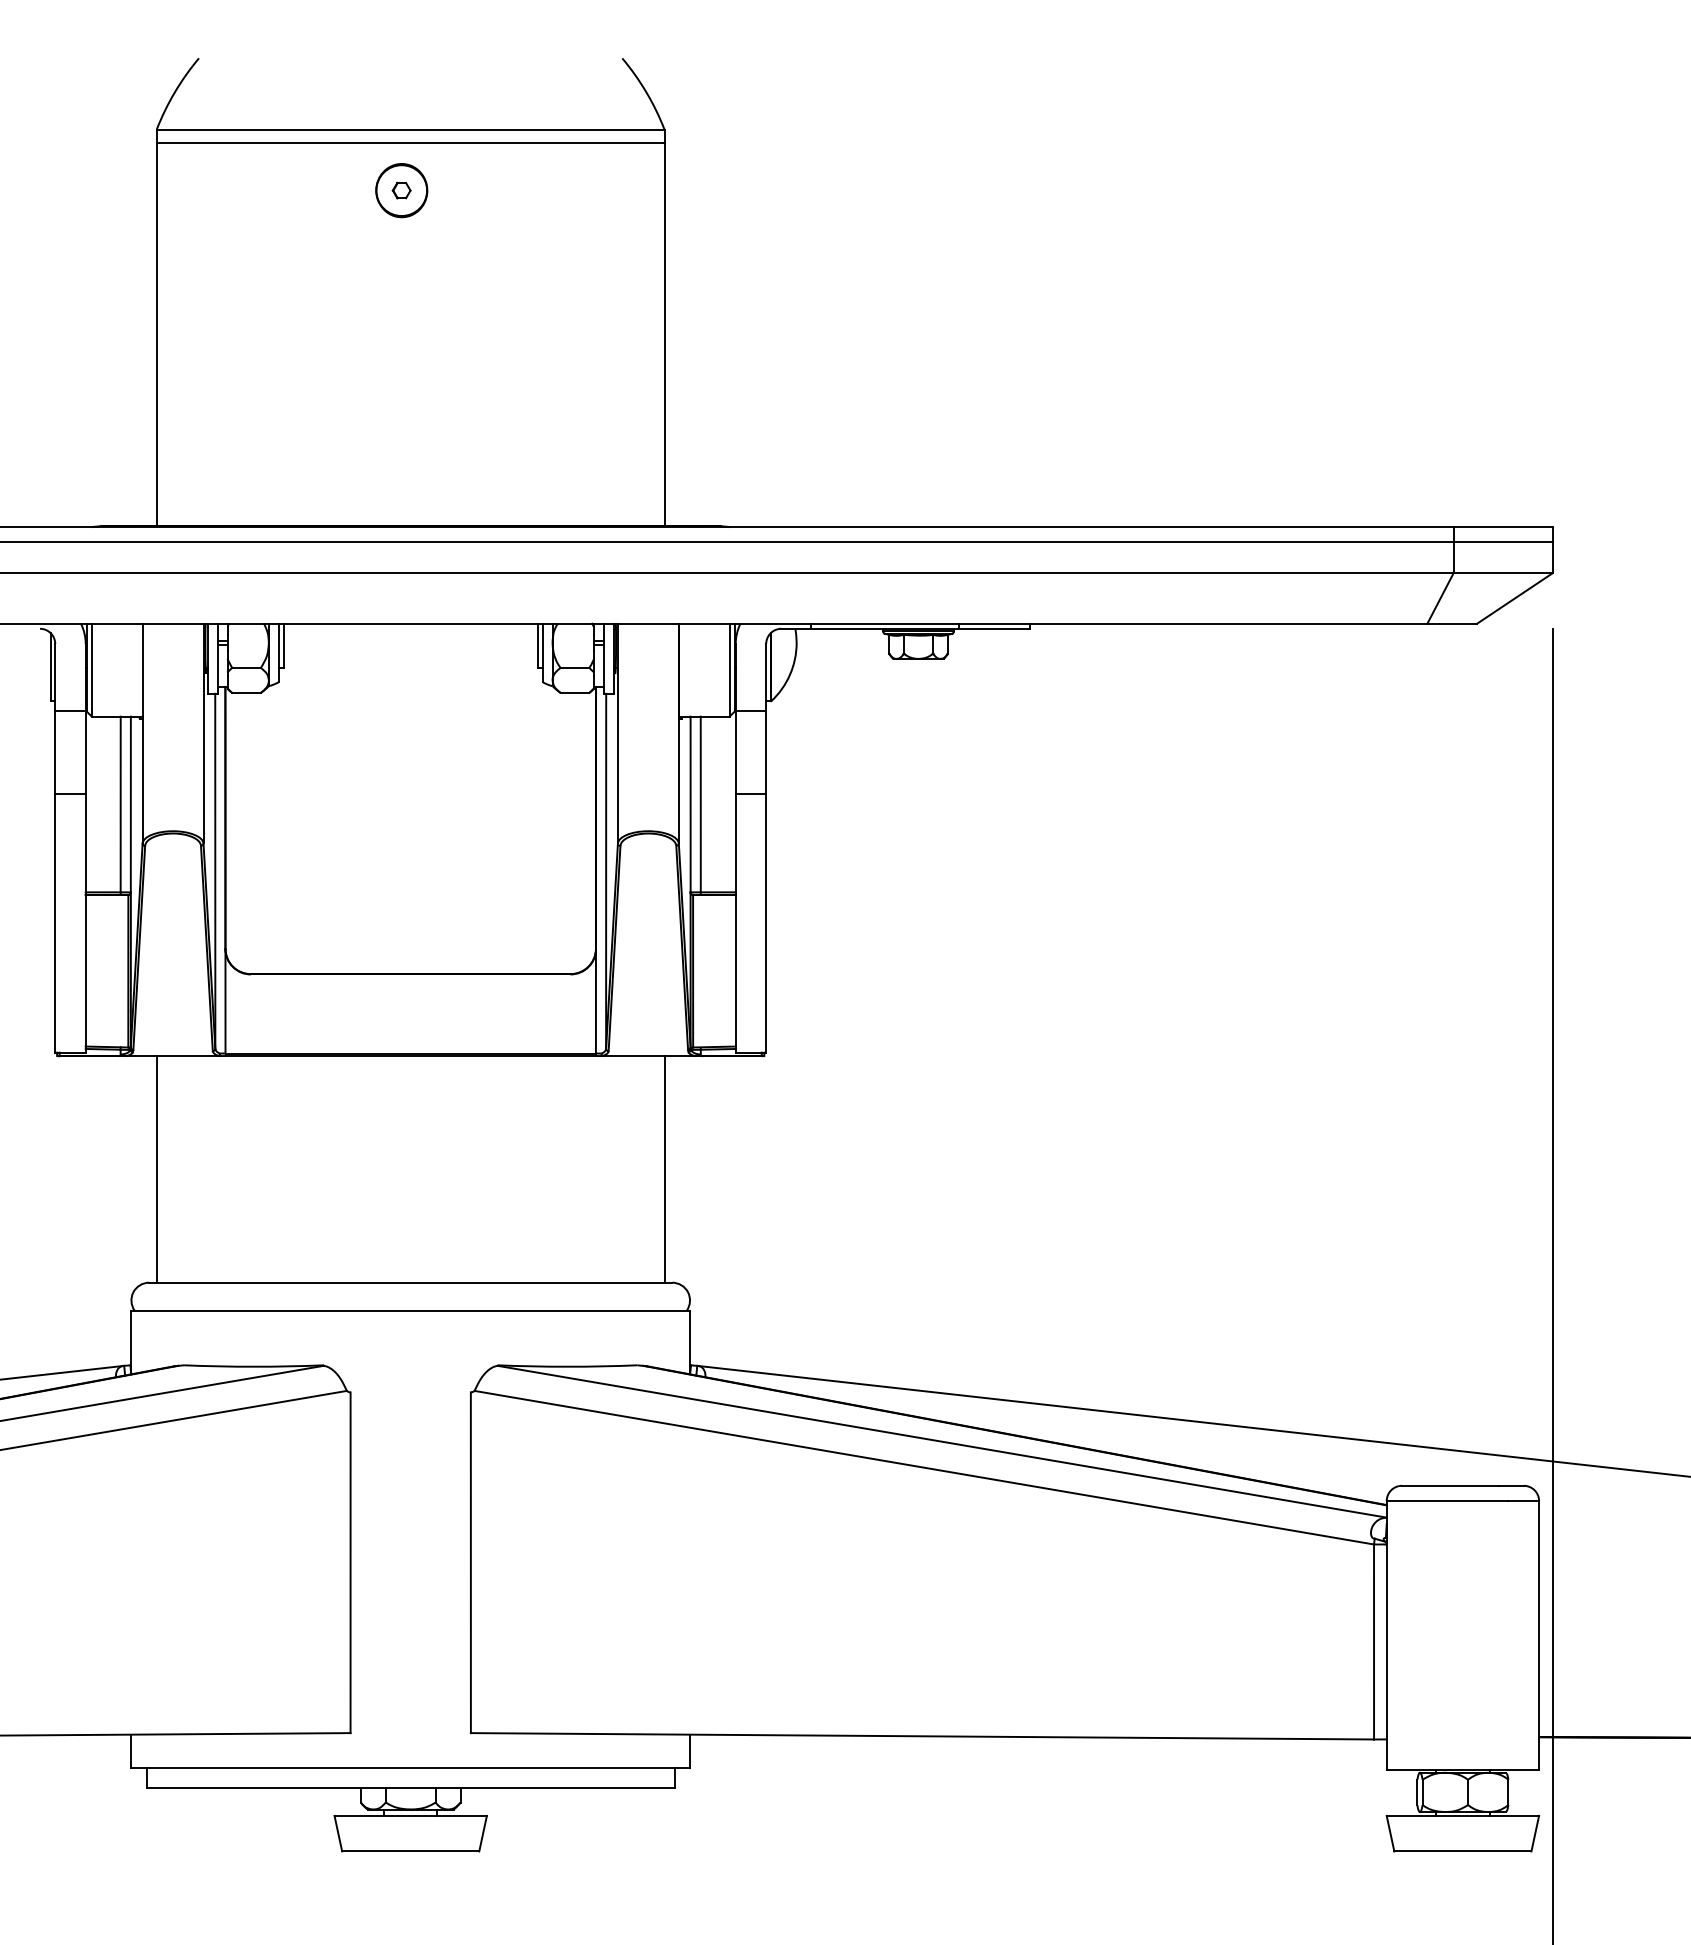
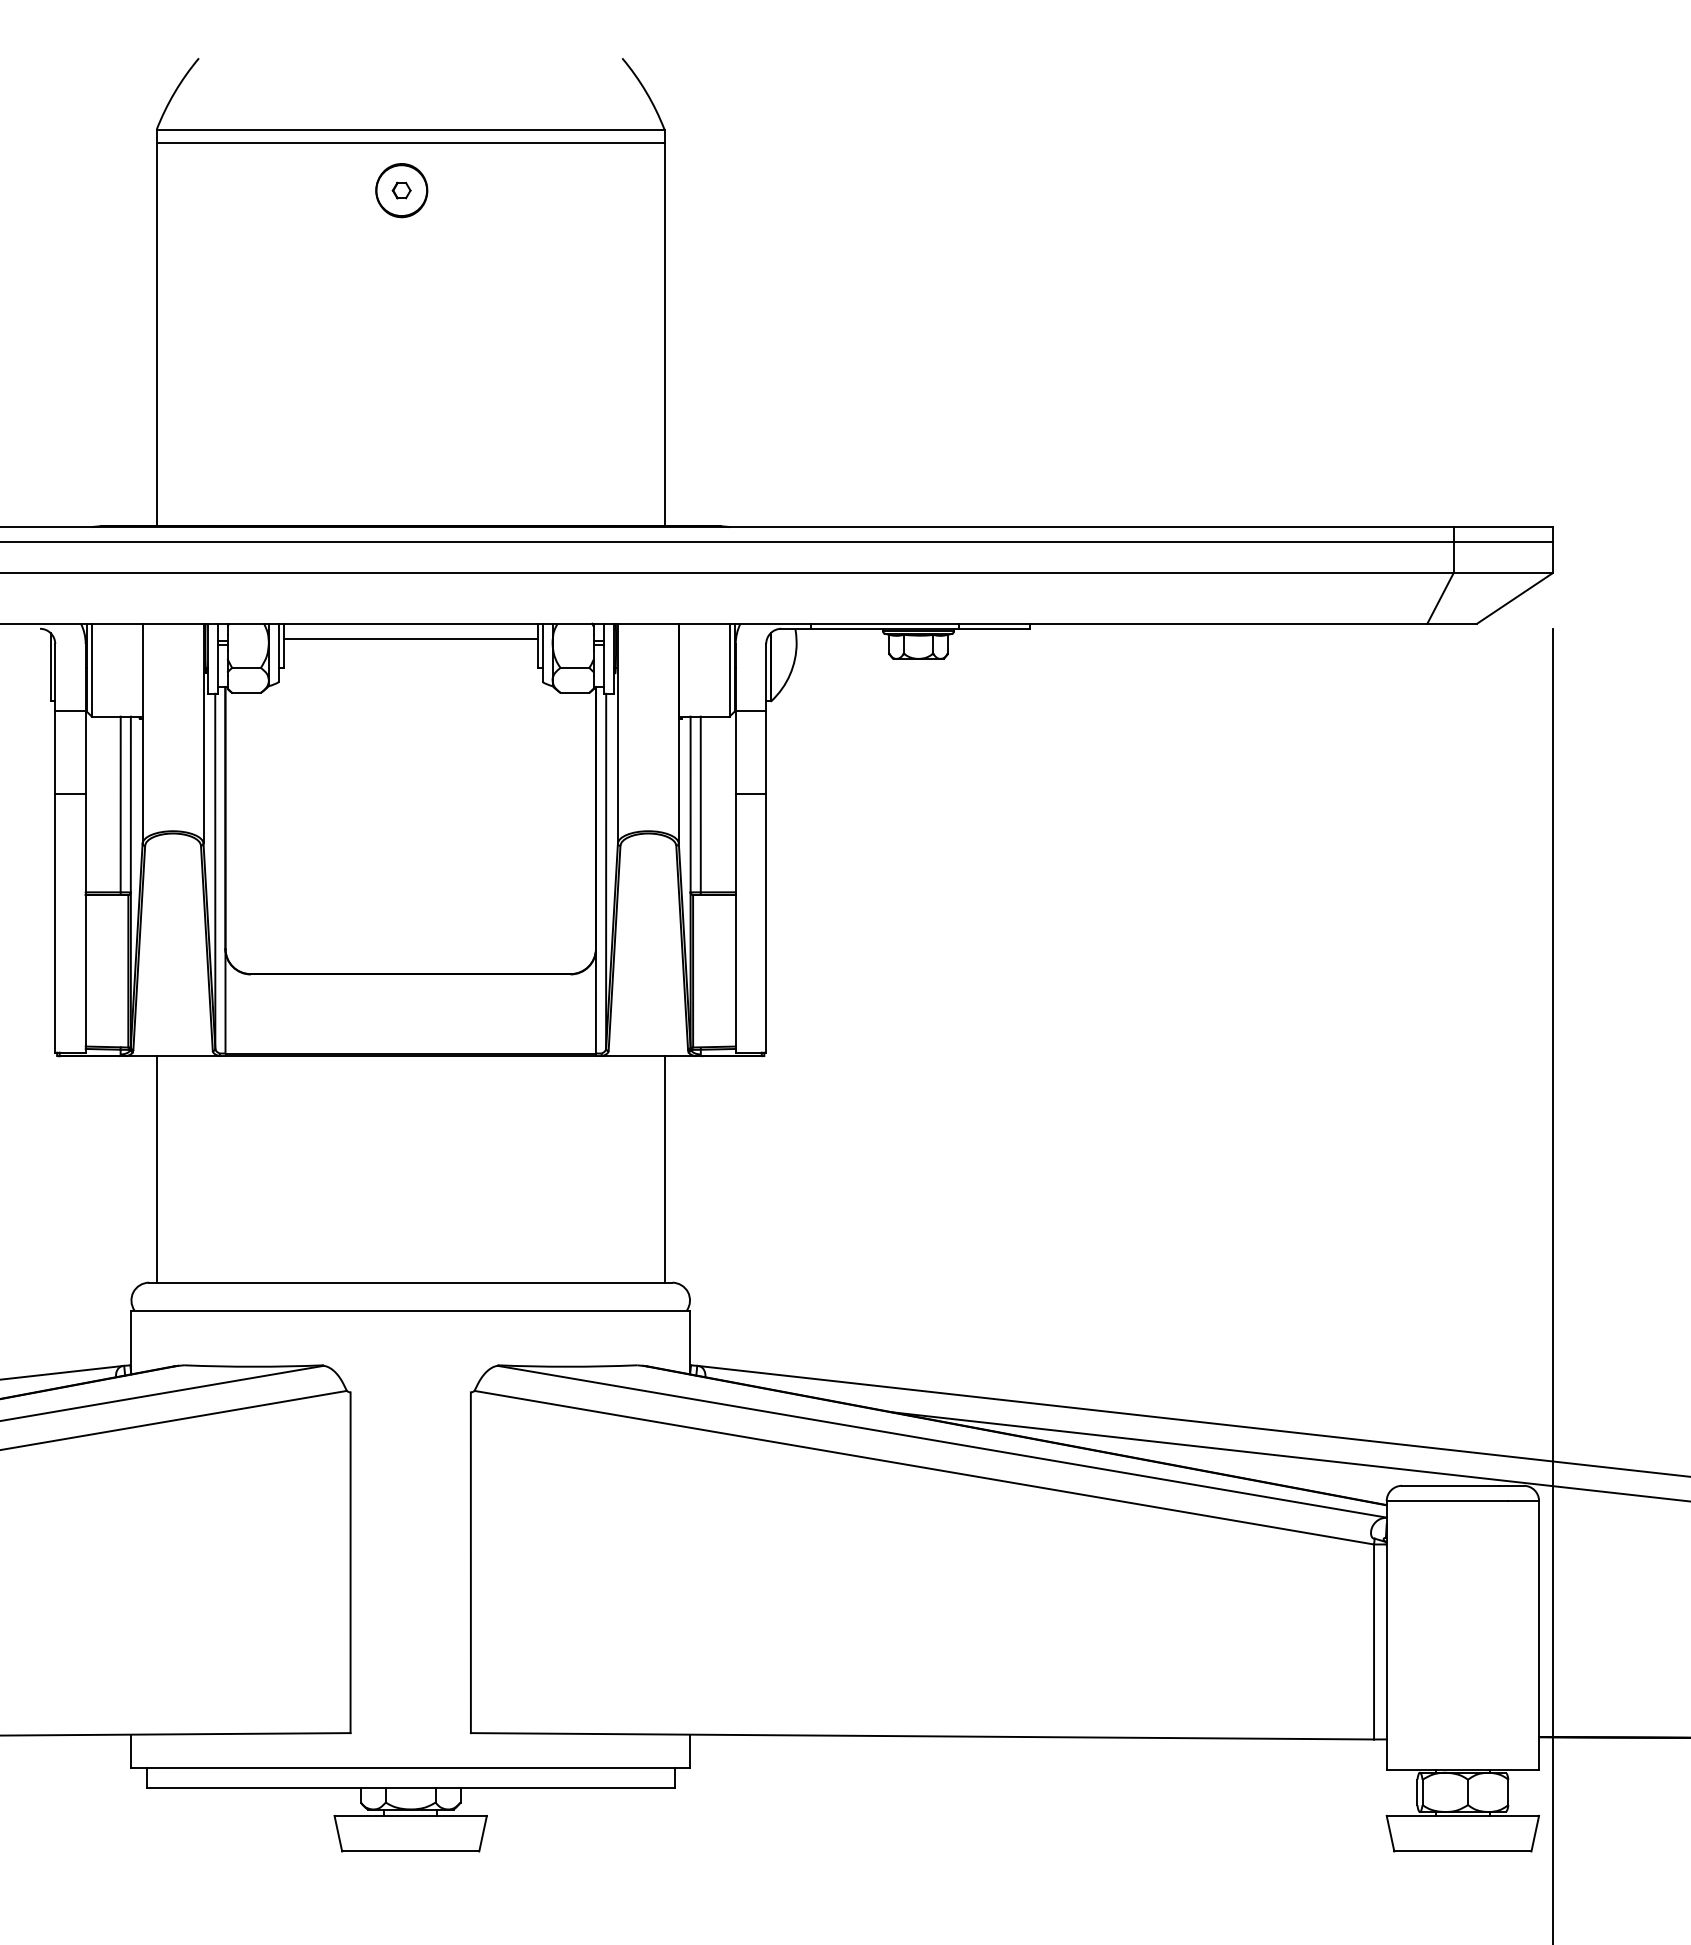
line at (410, 639): none -> present
line at (1289, 1456): none -> present
